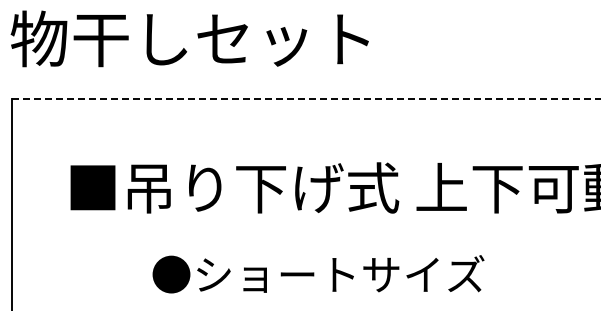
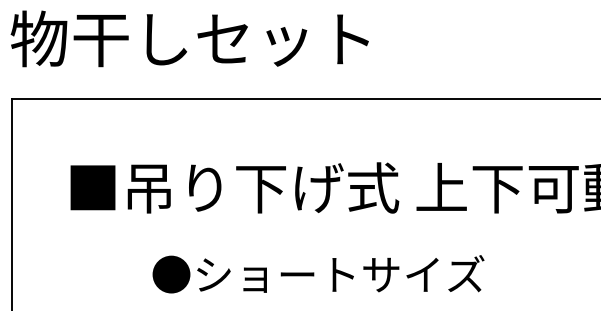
line at (306, 99): dashed -> solid
